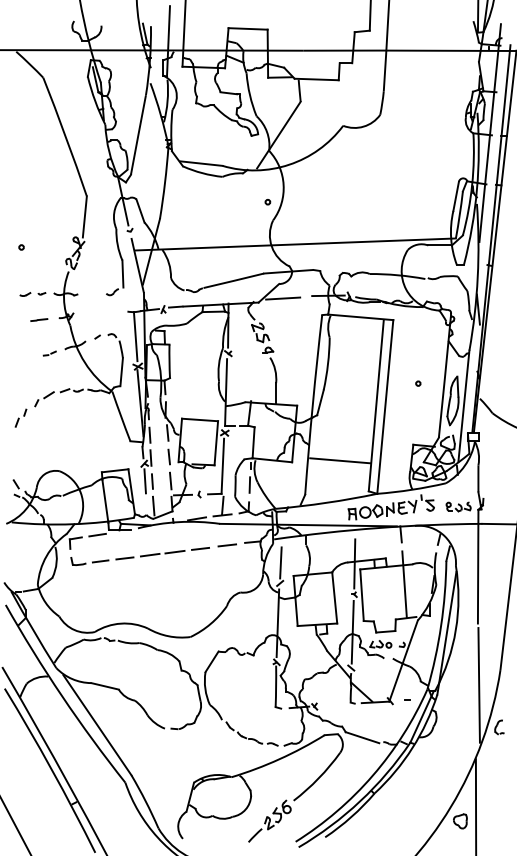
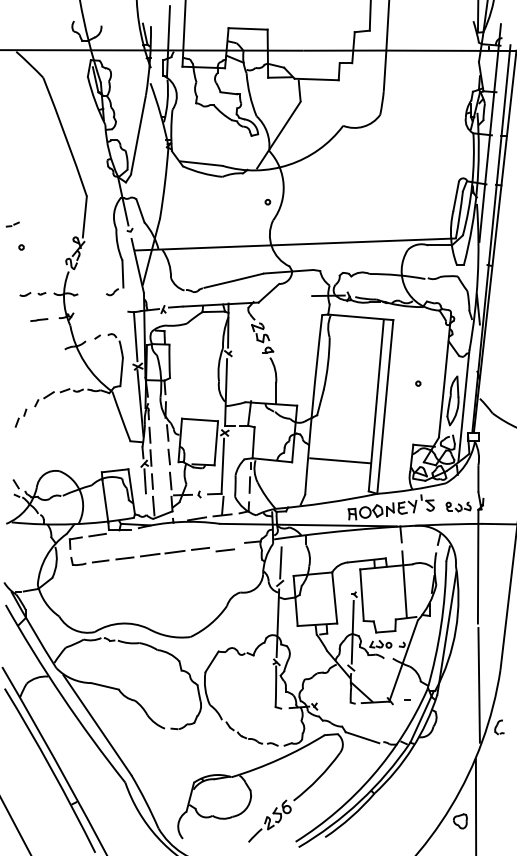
line at (283, 298): present -> none
part at (49, 353) position: (49, 353) -> (12, 224)
line at (226, 545) position: (226, 545) -> (224, 550)
line at (354, 563): present -> none
